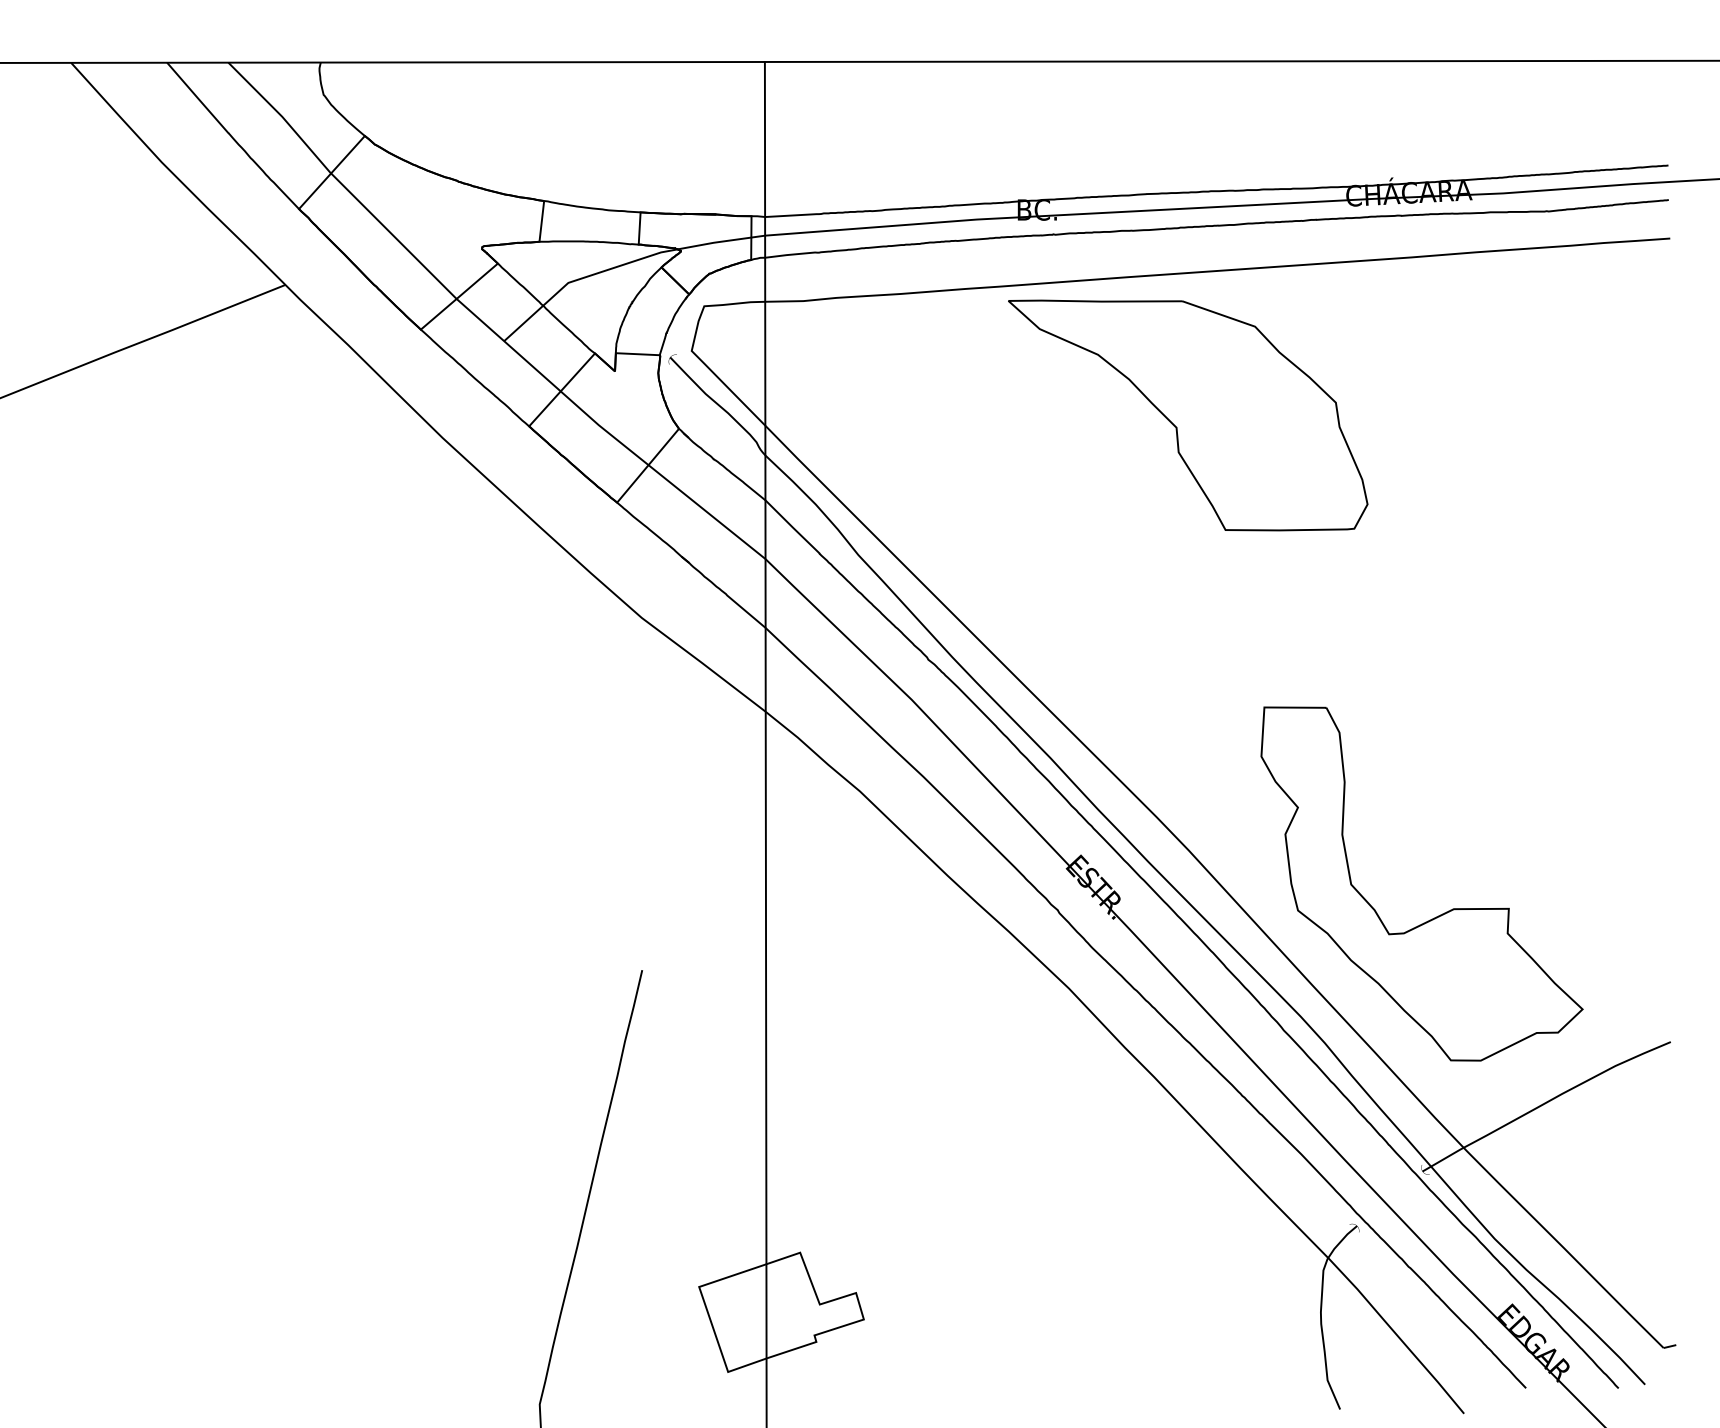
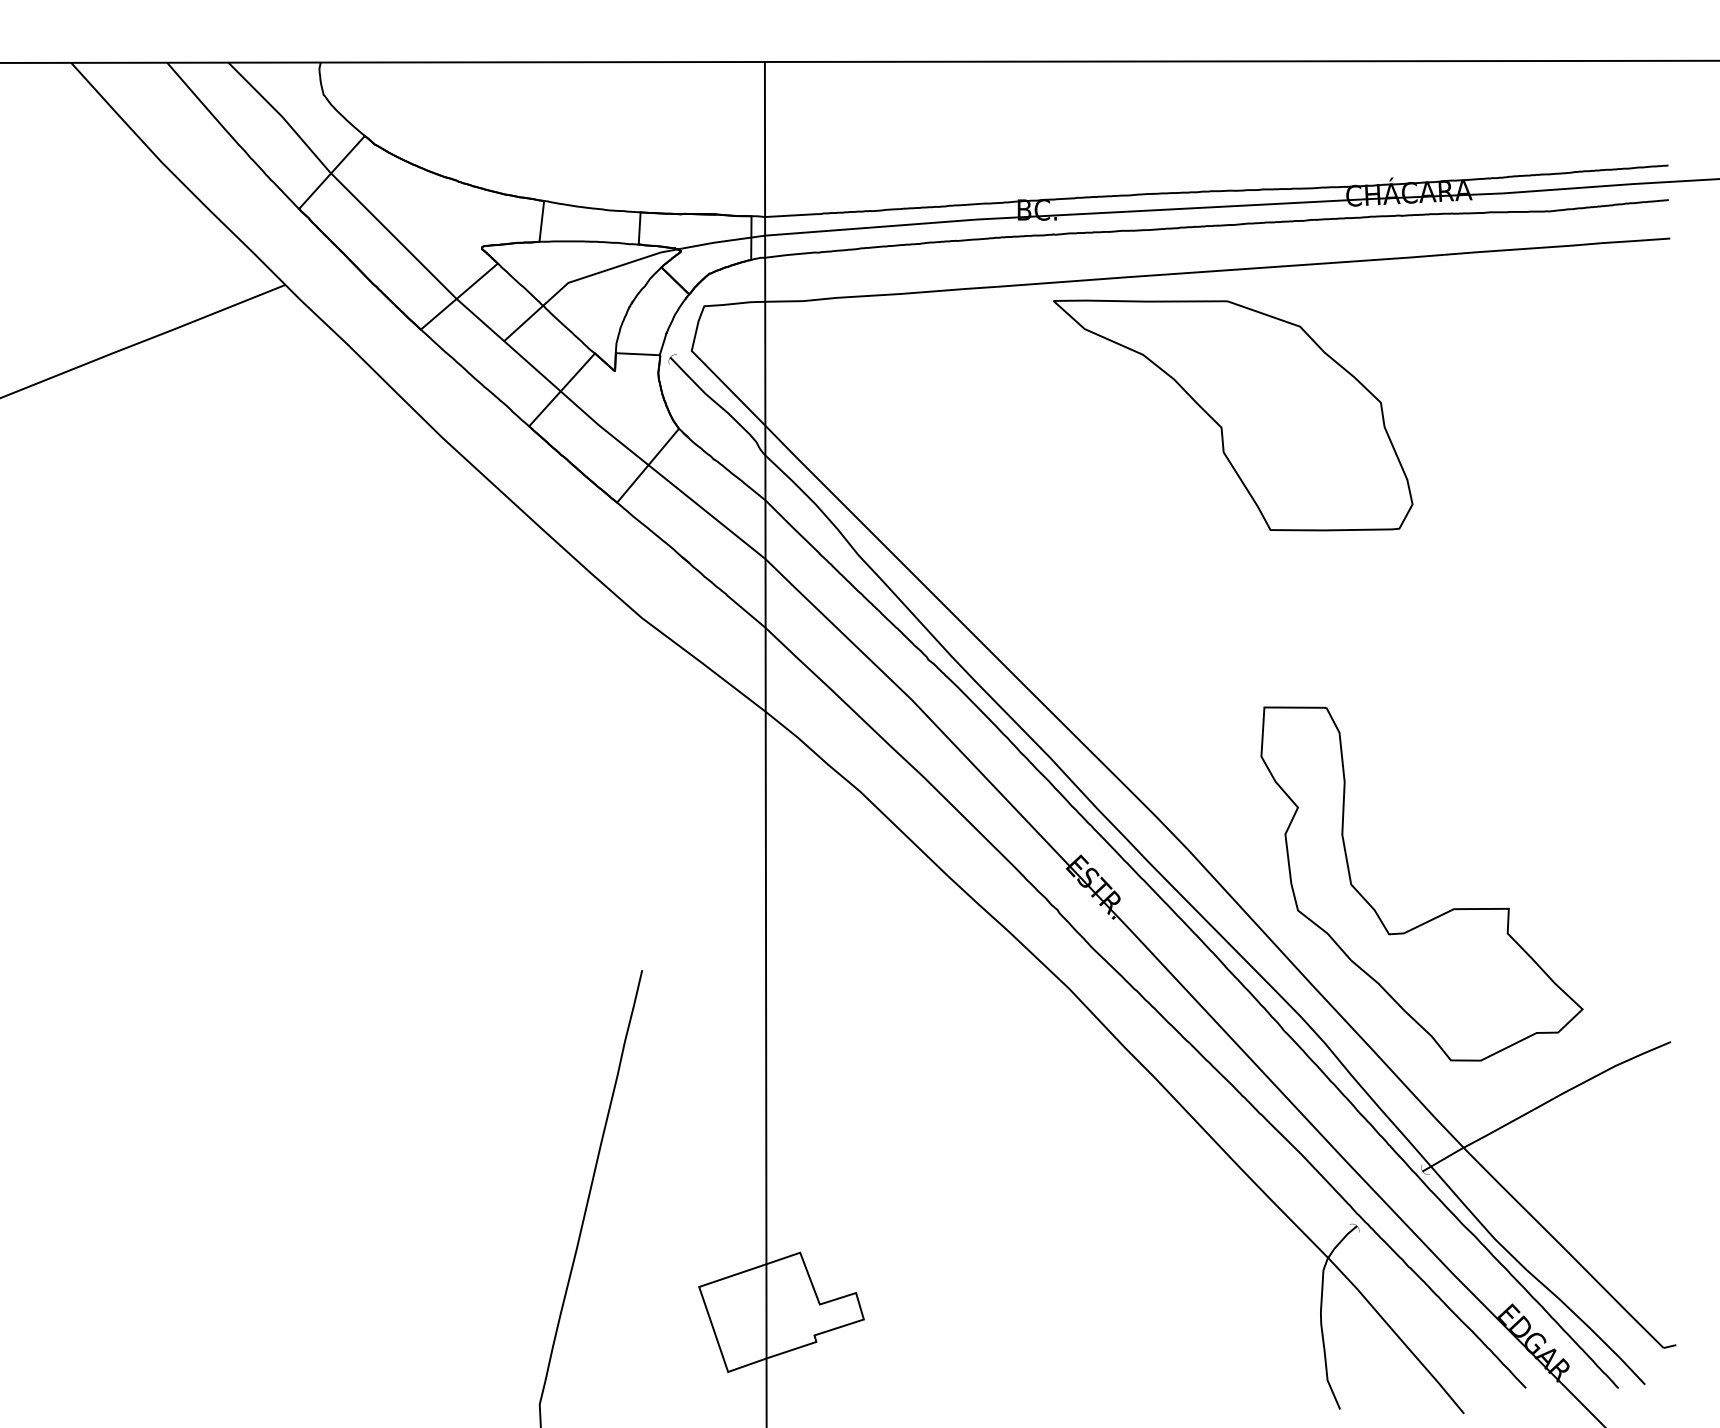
part at (1188, 415) position: (1188, 415) -> (1233, 415)
